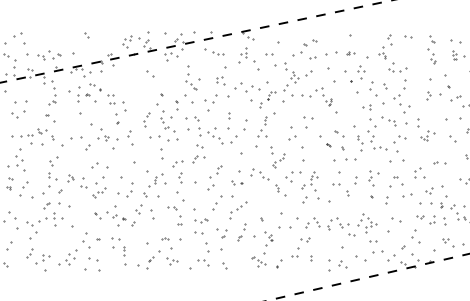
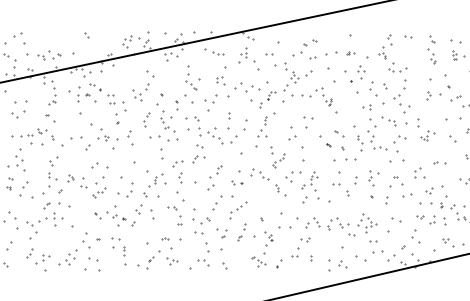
line at (196, 41): dashed -> solid
part at (140, 92): none -> present
part at (201, 220) size: 15x6 px -> 19x8 px
line at (368, 277): dashed -> solid
